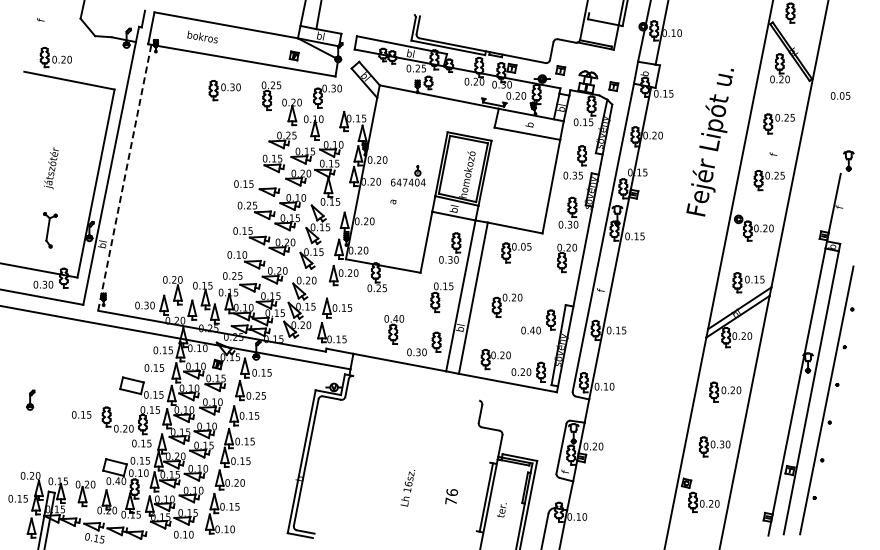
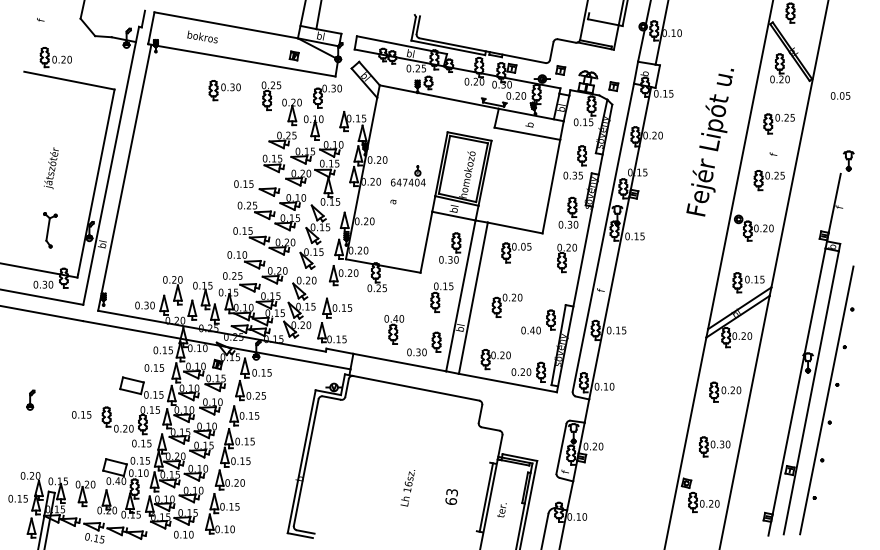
line at (124, 177): dashed -> solid
line at (416, 387): none -> present
text at (451, 496): 76 -> 63
